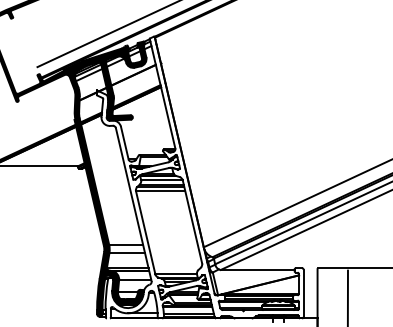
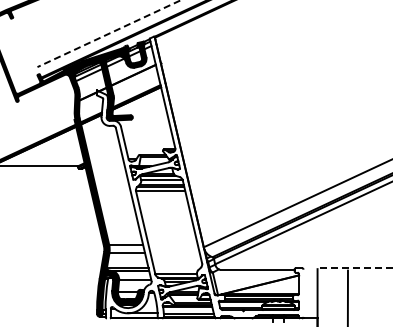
line at (109, 33): solid -> dashed
line at (304, 230): present -> none
line at (354, 268): solid -> dashed
line at (303, 292): present -> none
